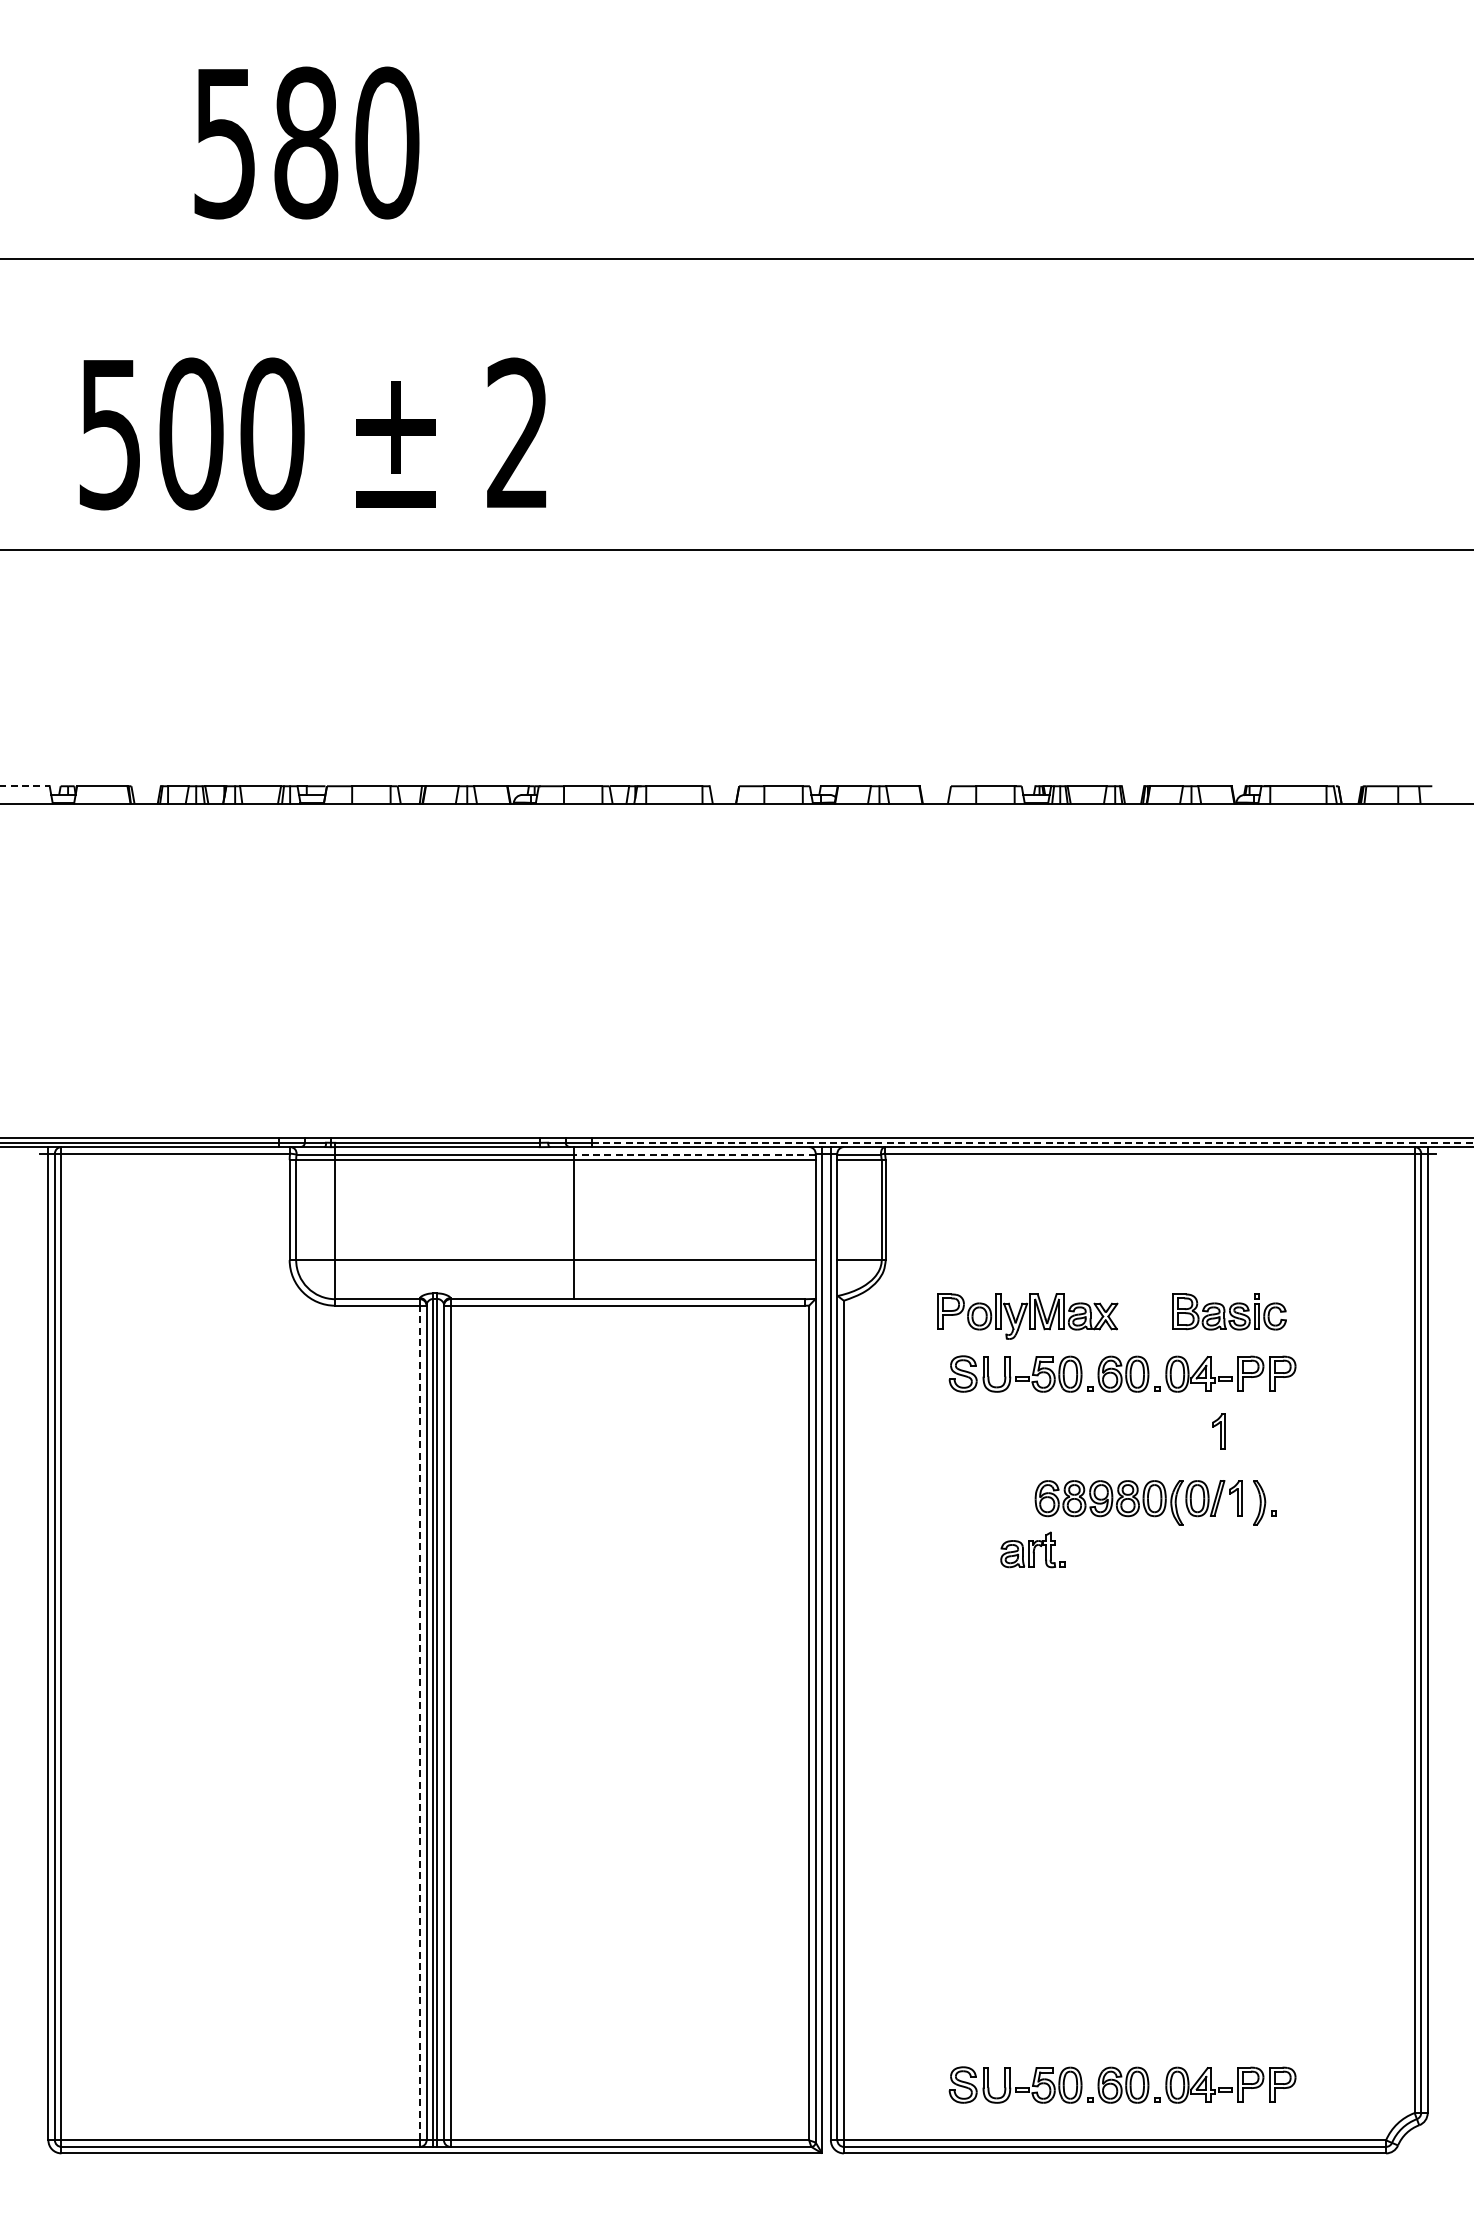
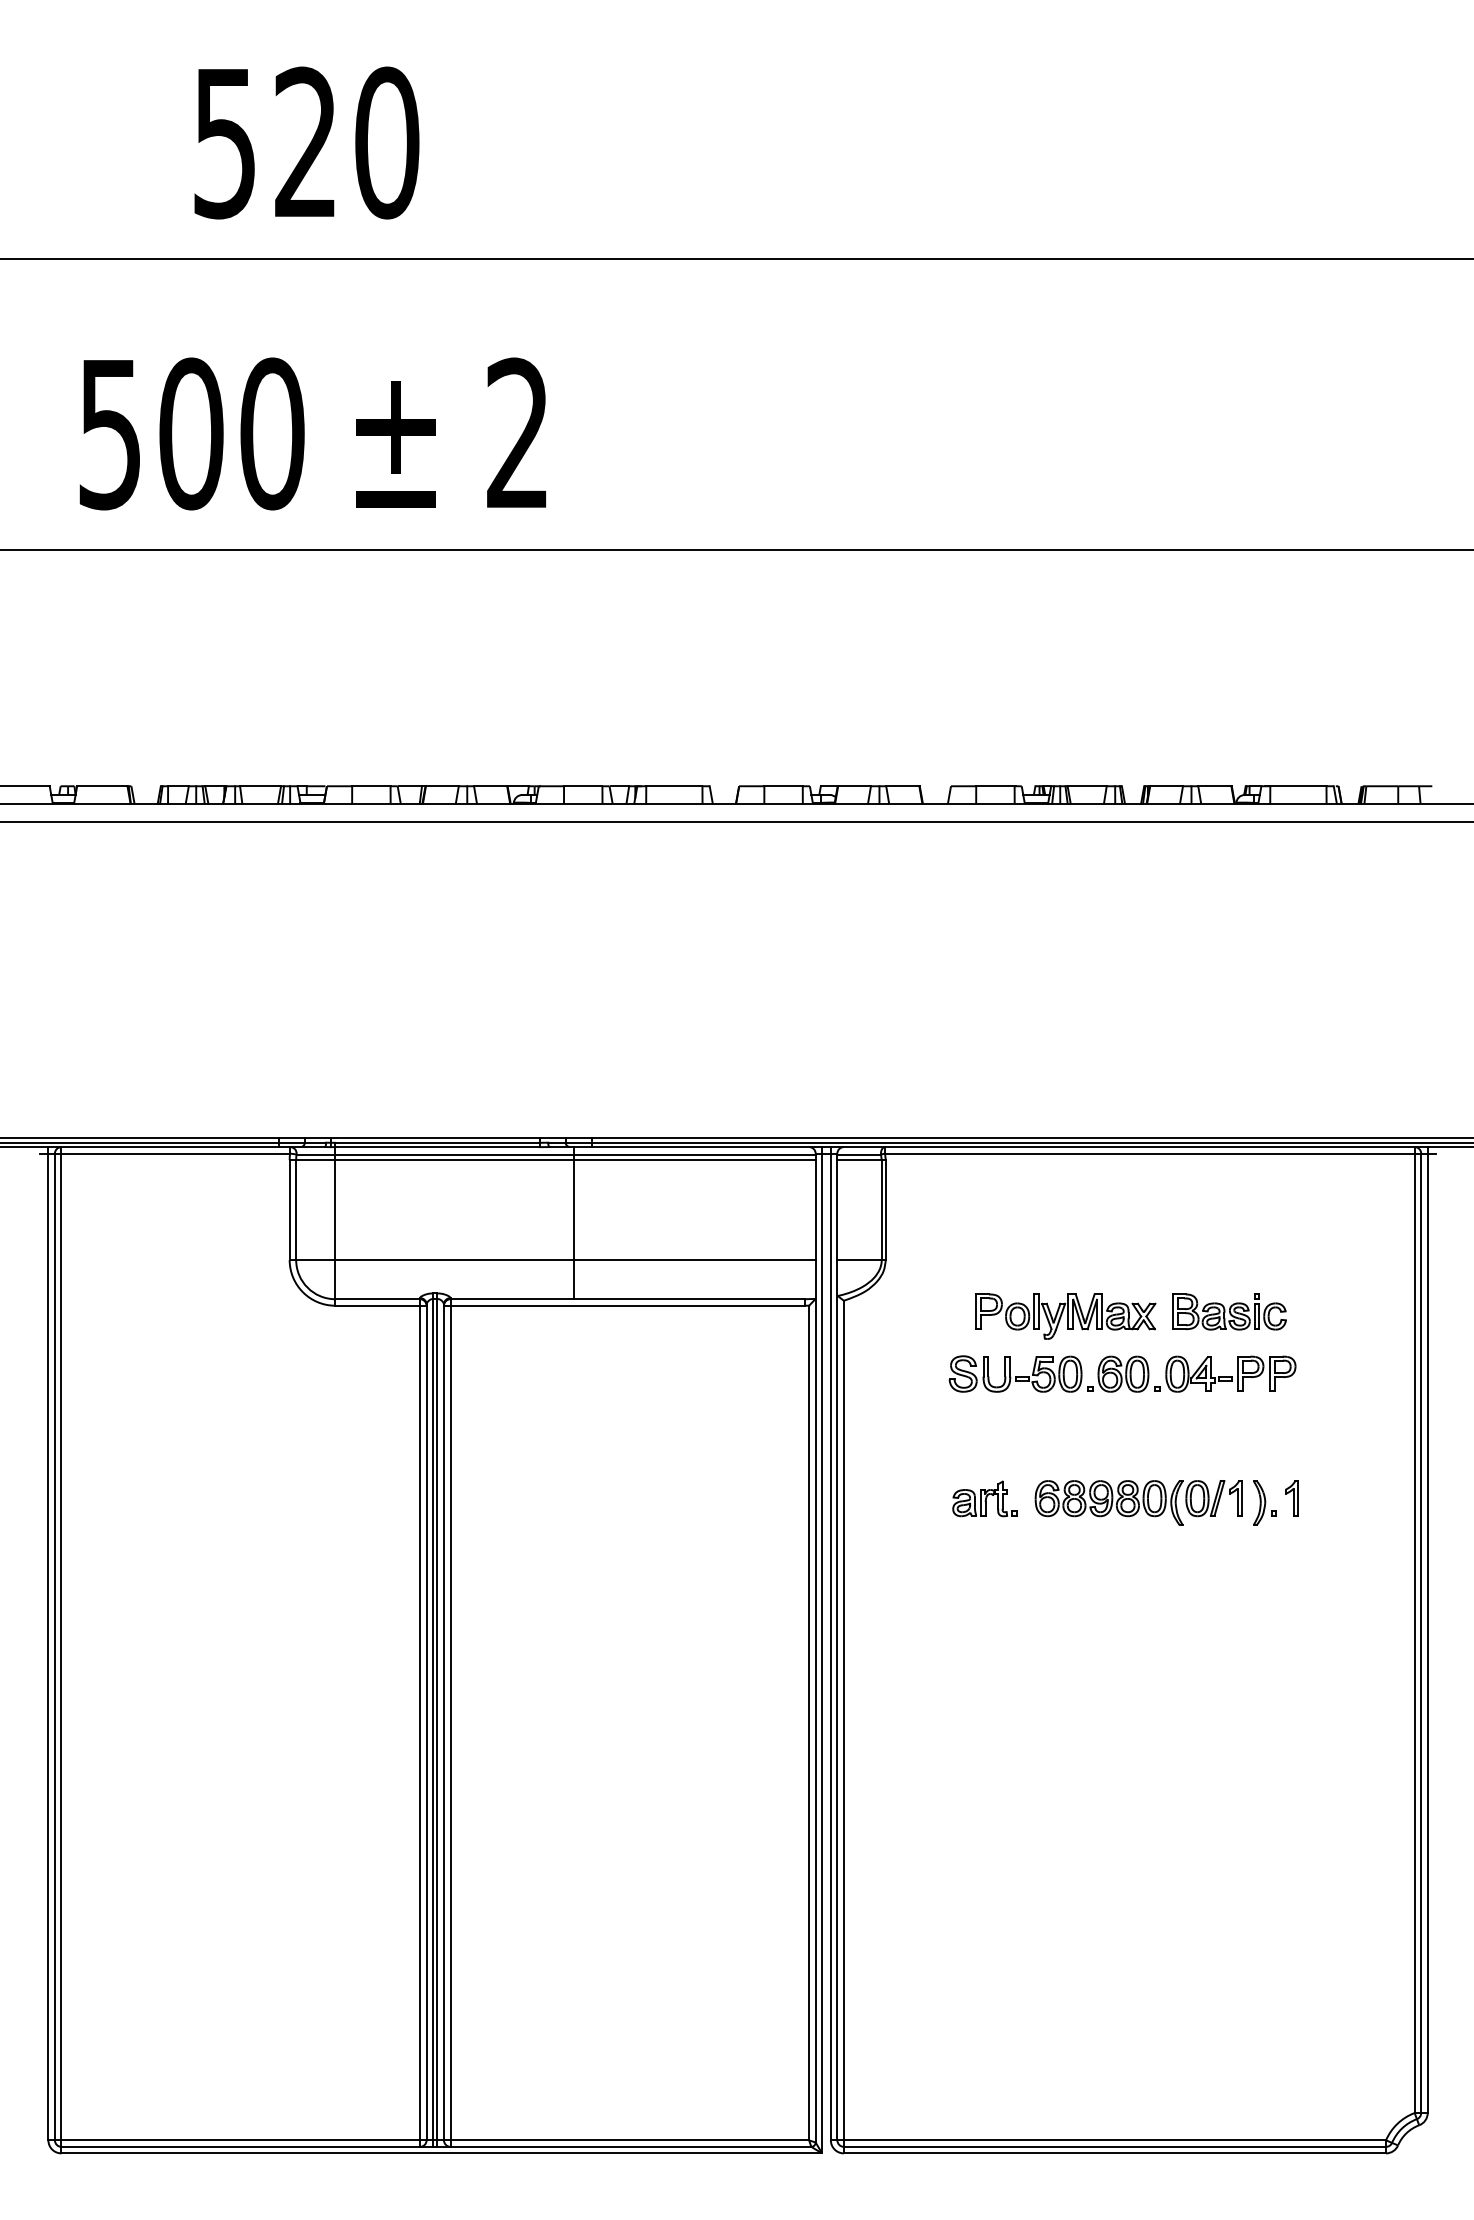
text at (306, 142): 580 -> 520
line at (25, 786): dashed -> solid
line at (736, 821): none -> present
line at (1032, 1142): dashed -> solid
line at (695, 1154): dashed -> solid
part at (1027, 1316) position: (1027, 1316) -> (1065, 1316)
part at (1218, 1431) position: (1218, 1431) -> (1291, 1498)
part at (1032, 1549) position: (1032, 1549) -> (984, 1498)
line at (420, 1722): dashed -> solid
part at (1122, 2084): present -> none
